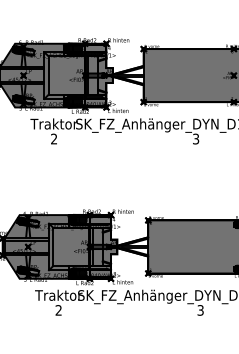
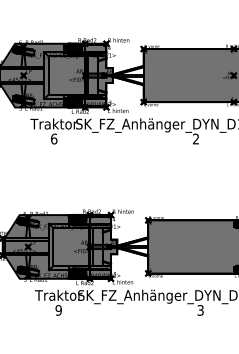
text at (54, 138): 2 -> 6
text at (196, 139): 3 -> 2
text at (58, 310): 2 -> 9
